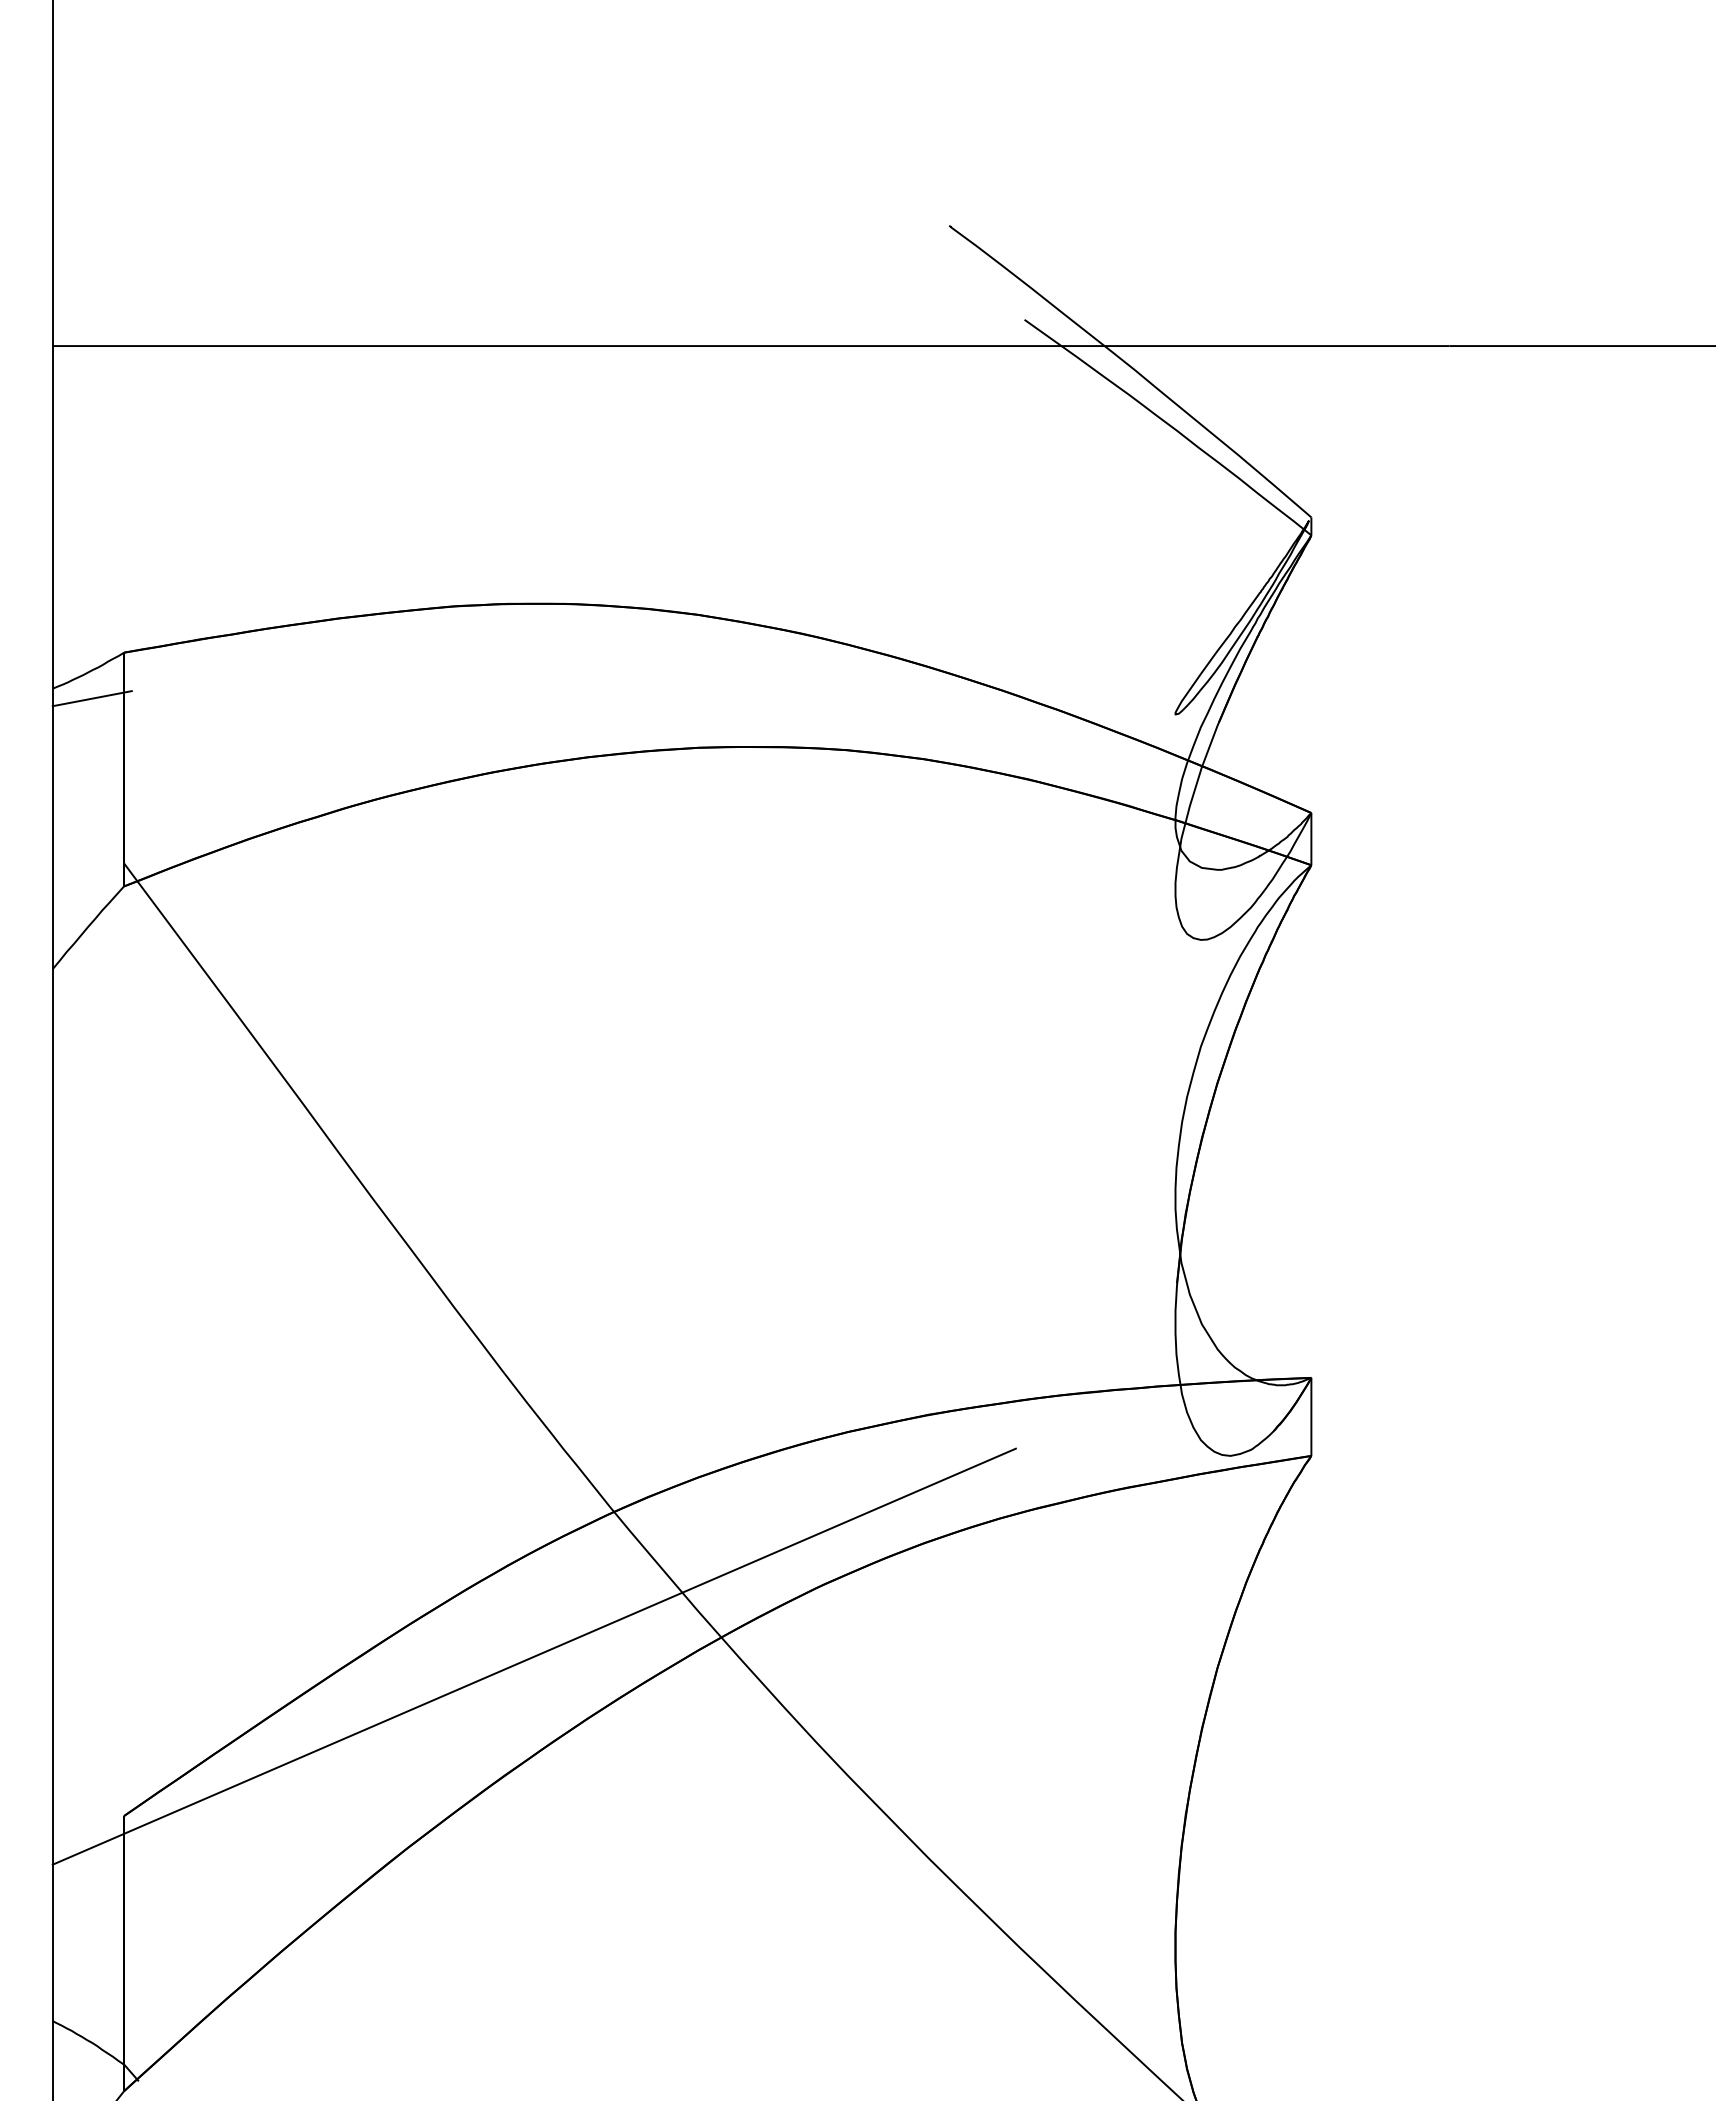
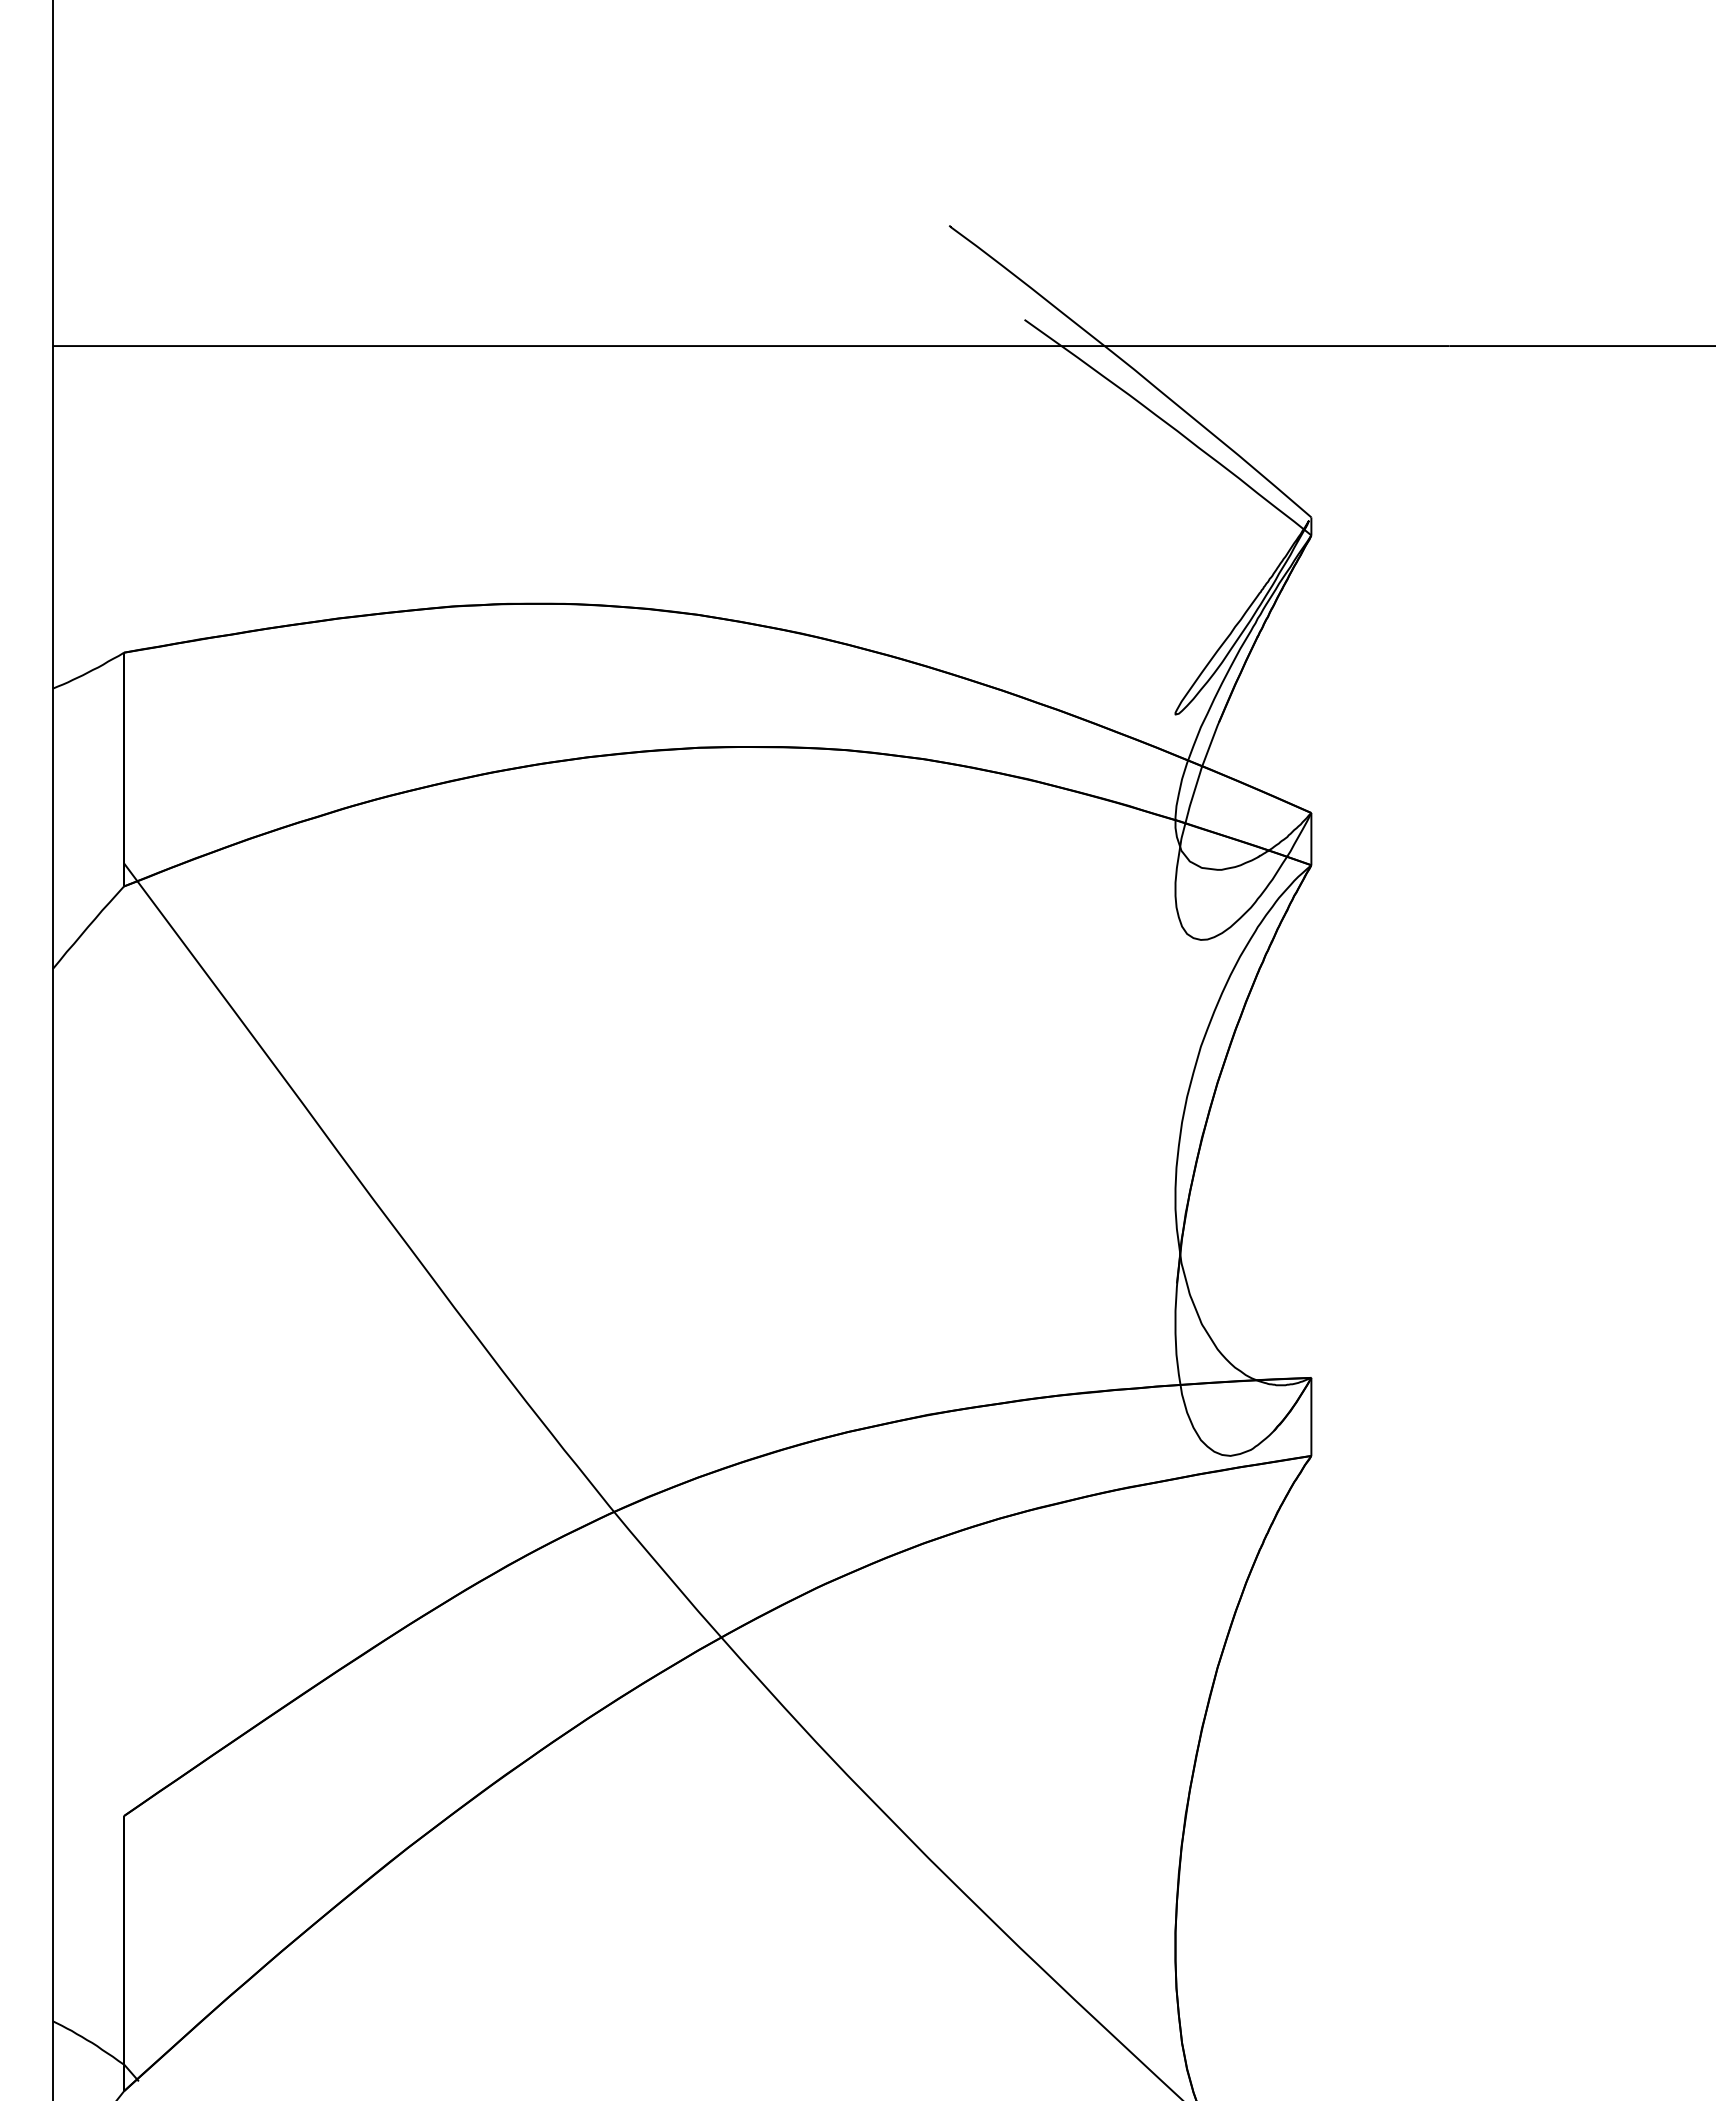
line at (91, 698): present -> none
line at (533, 1656): present -> none
